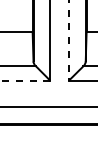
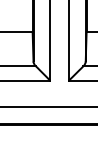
line at (68, 40): dashed -> solid
line at (25, 80): dashed -> solid
